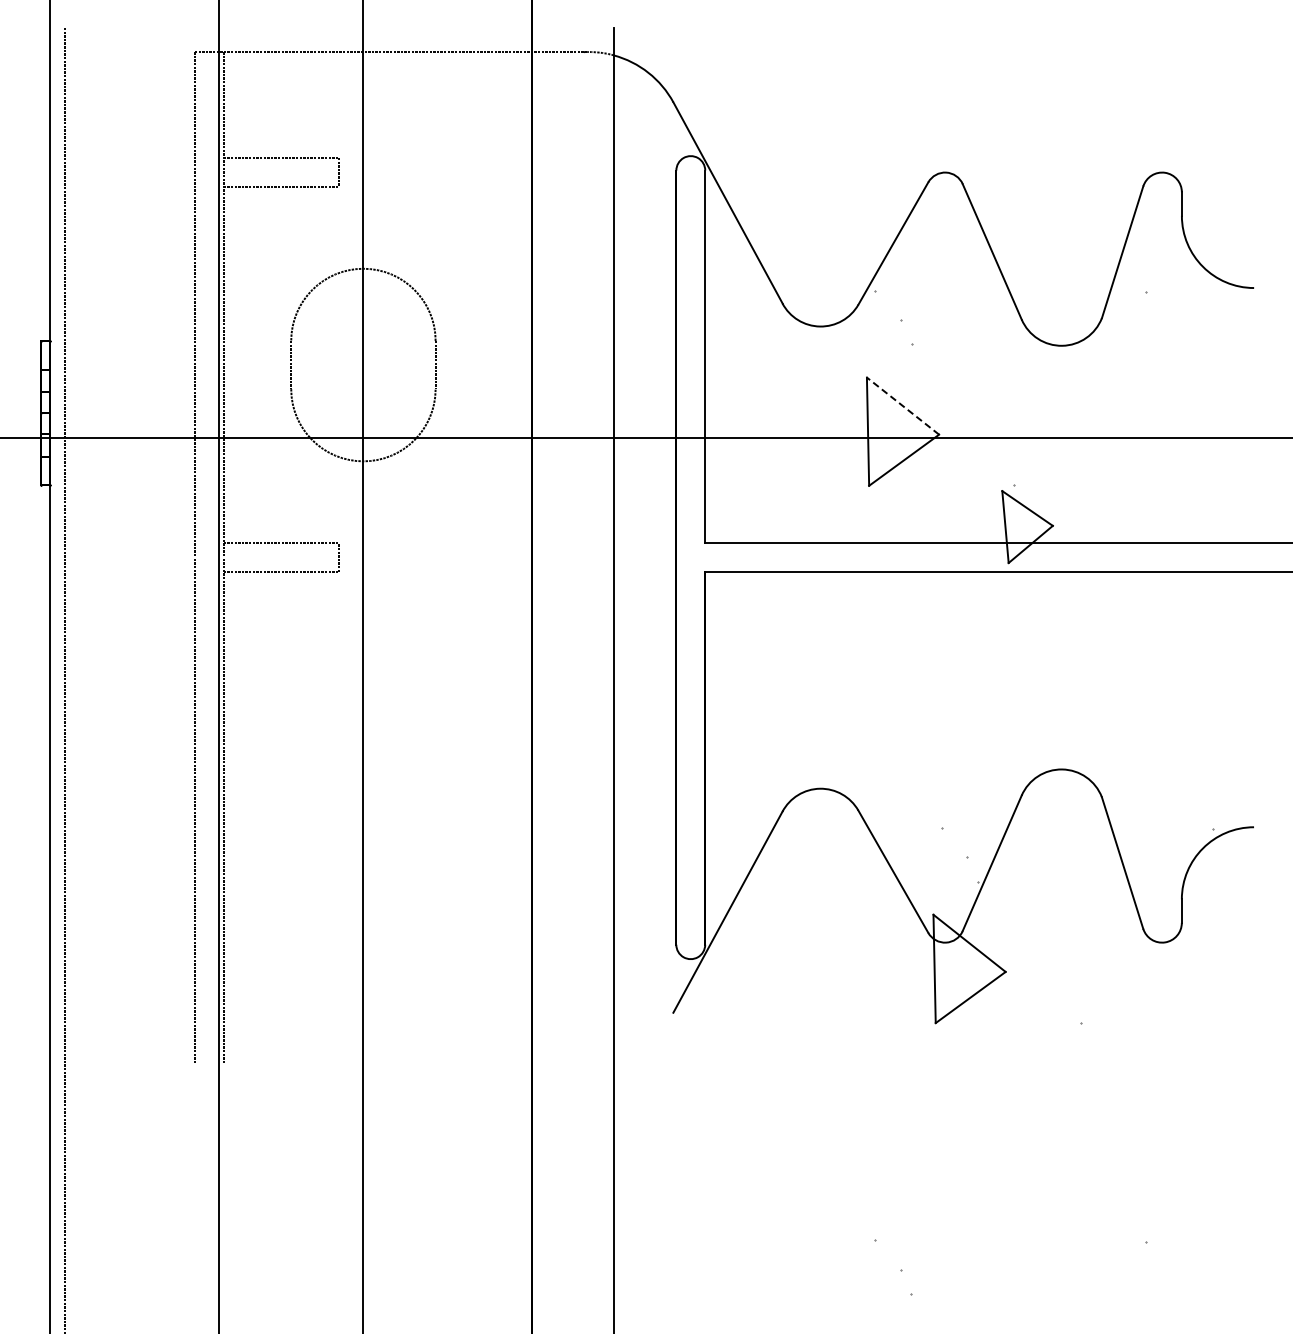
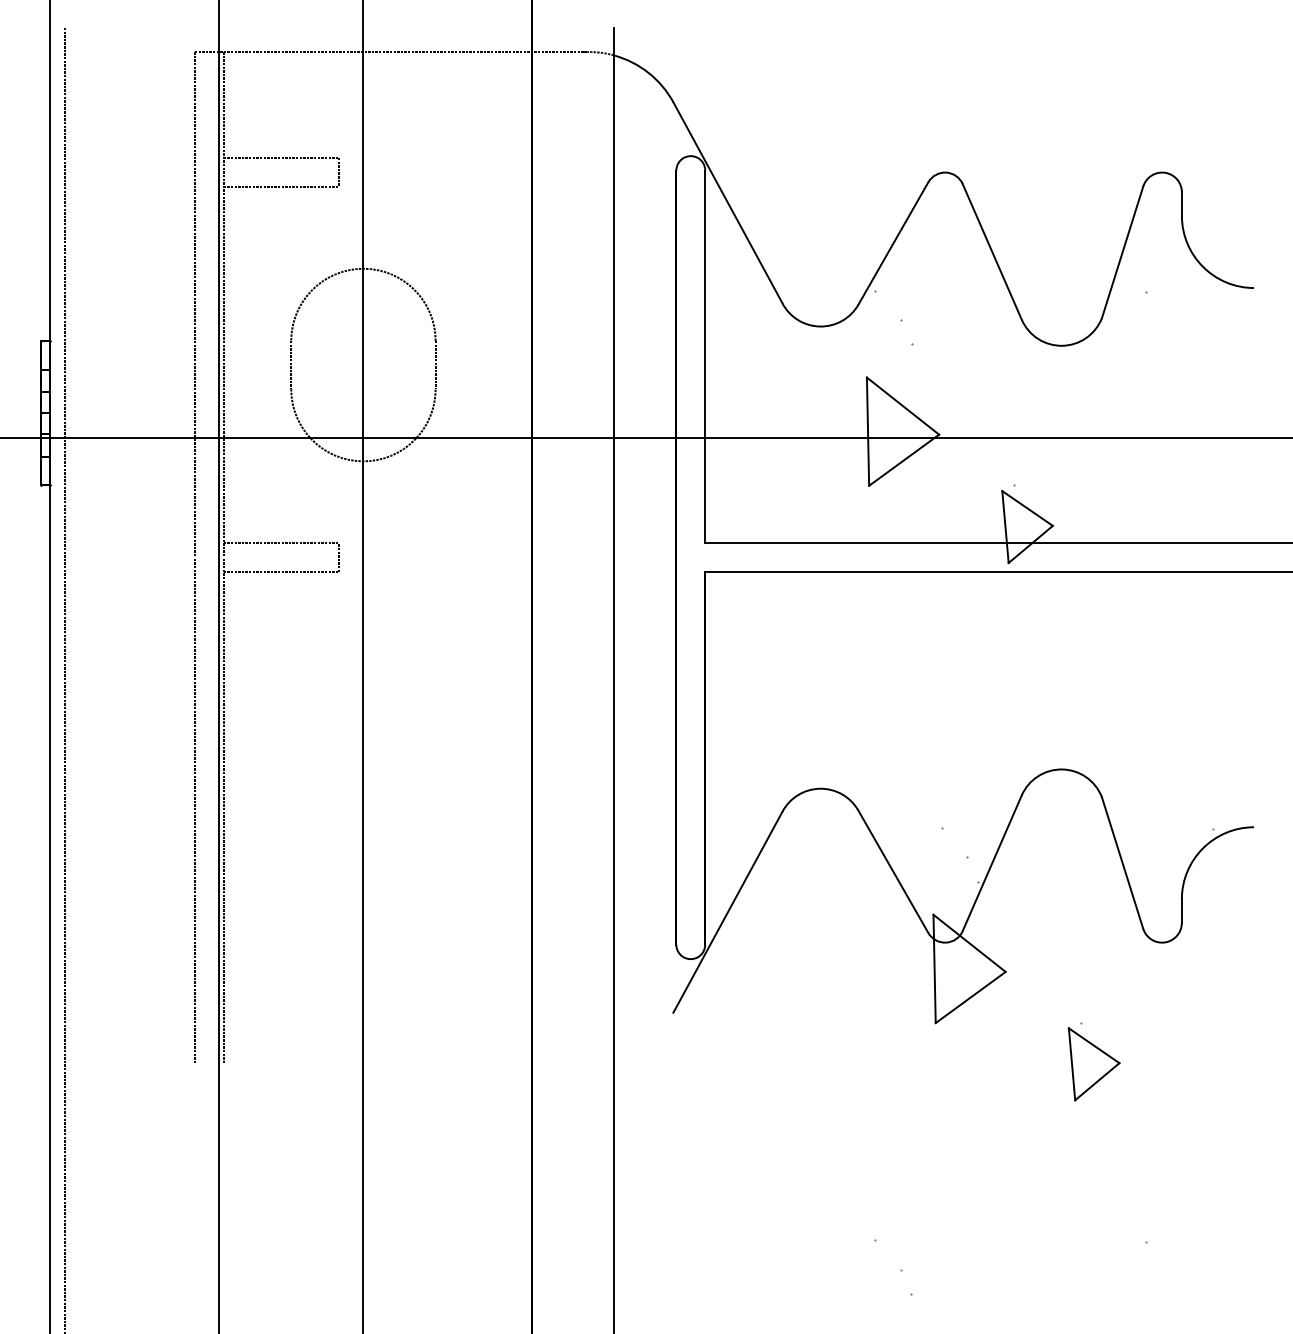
line at (902, 405): dashed -> solid
part at (1093, 1064): none -> present
